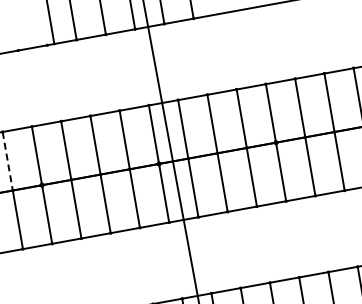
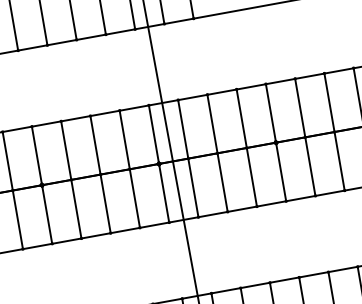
line at (50, 23) position: (50, 23) -> (43, 23)
line at (13, 26): none -> present
line at (7, 161): dashed -> solid
